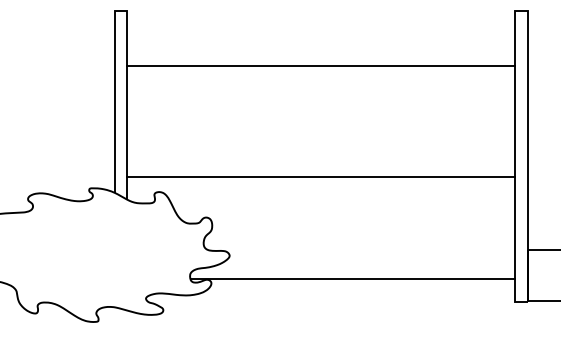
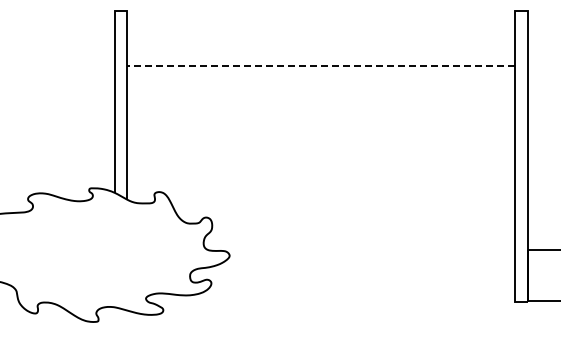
line at (321, 65): solid -> dashed
line at (320, 176): present -> none
line at (352, 278): present -> none
